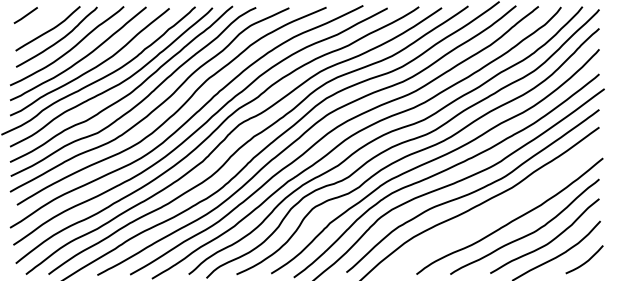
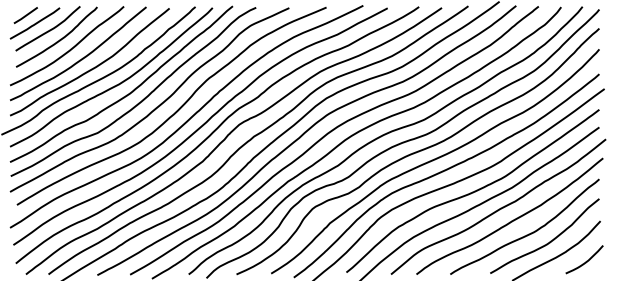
line at (34, 23): none -> present
curve at (500, 207): none -> present
